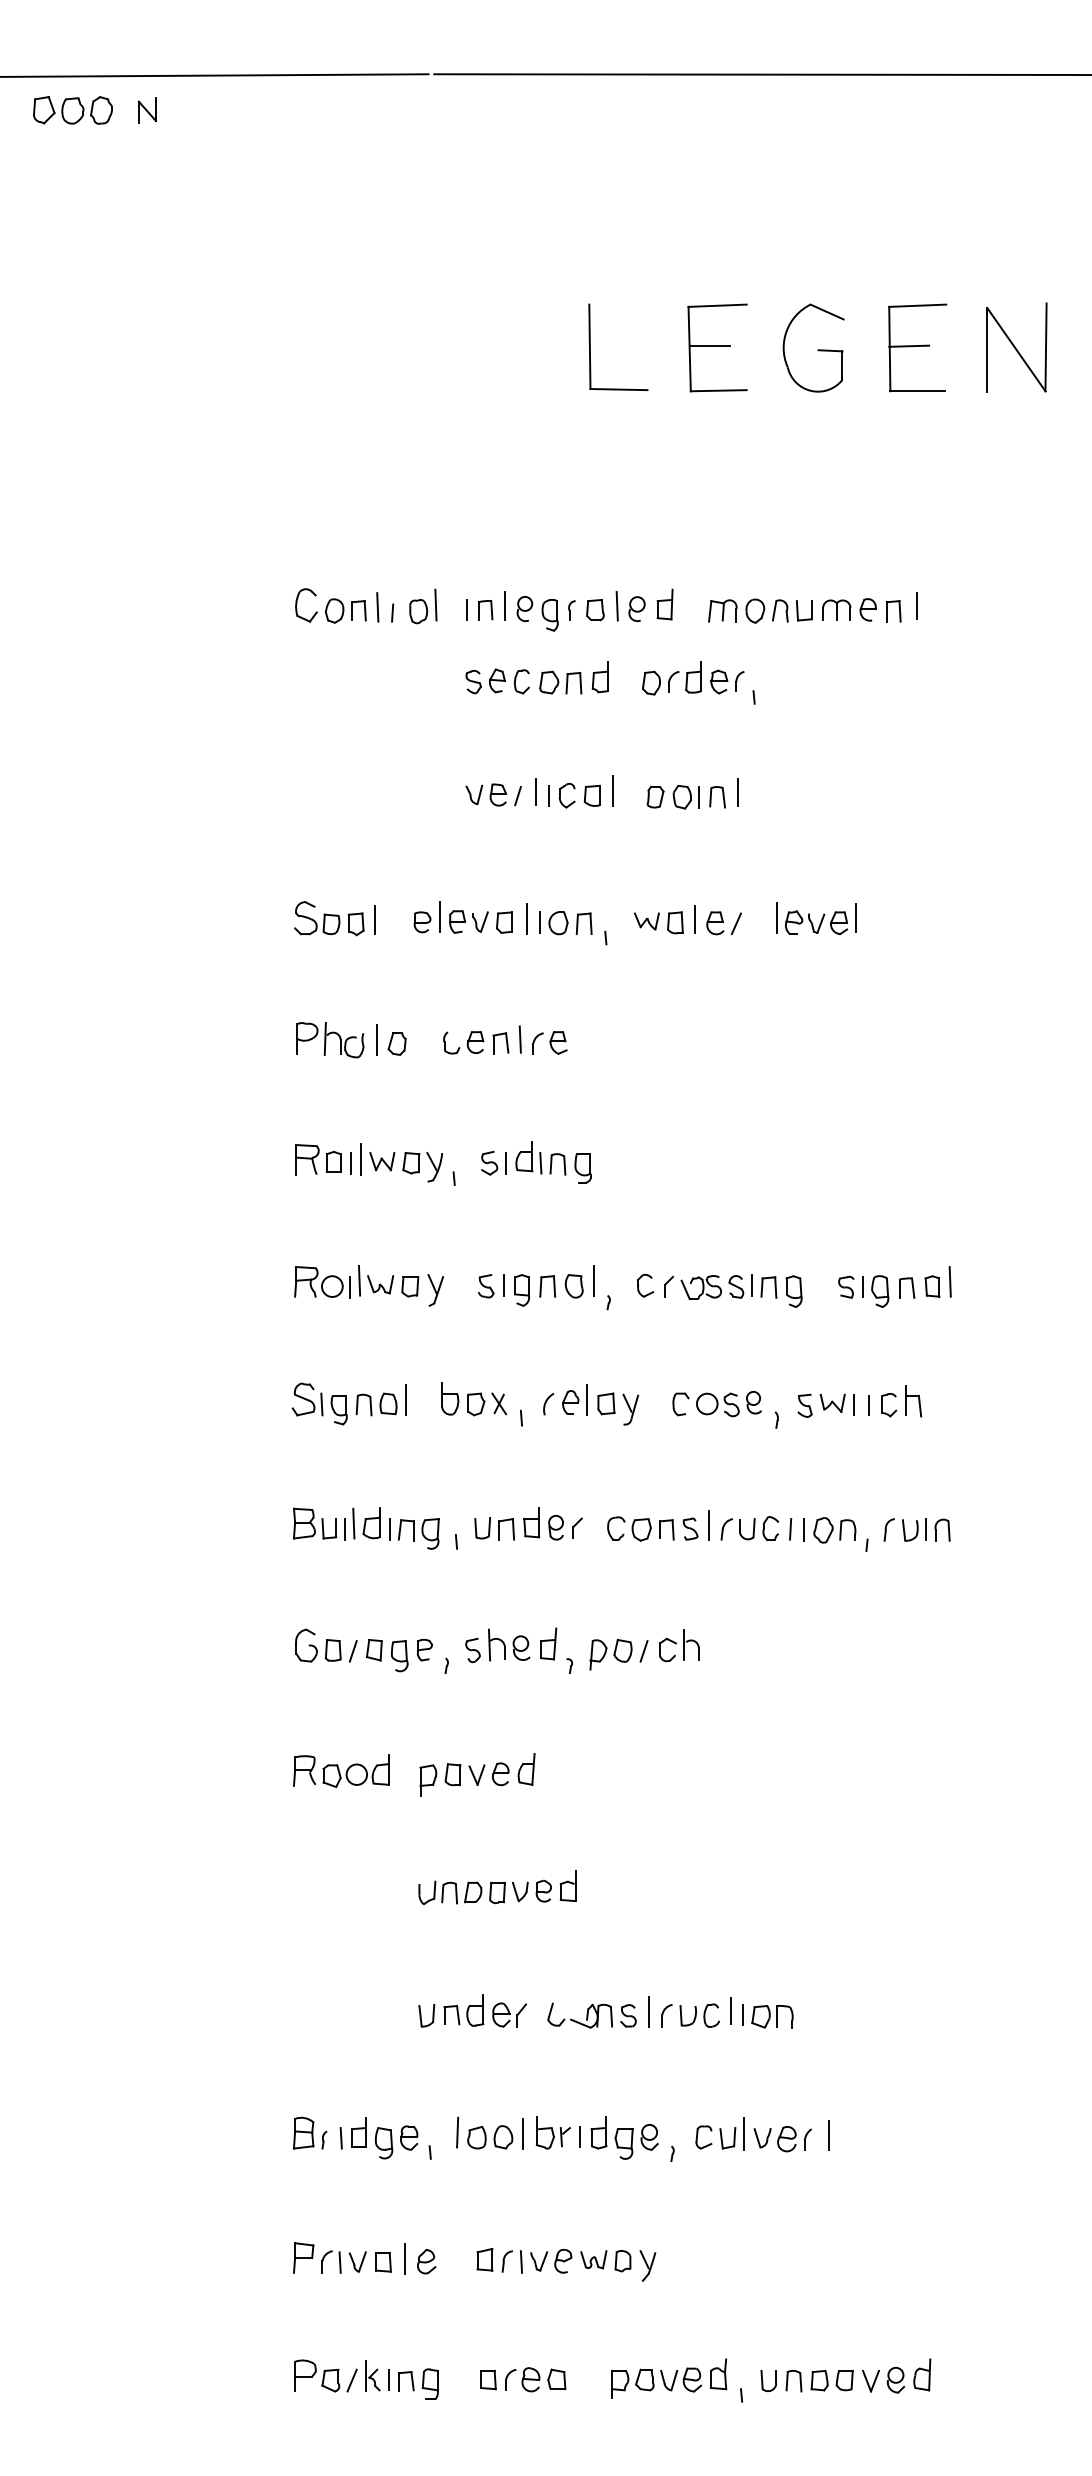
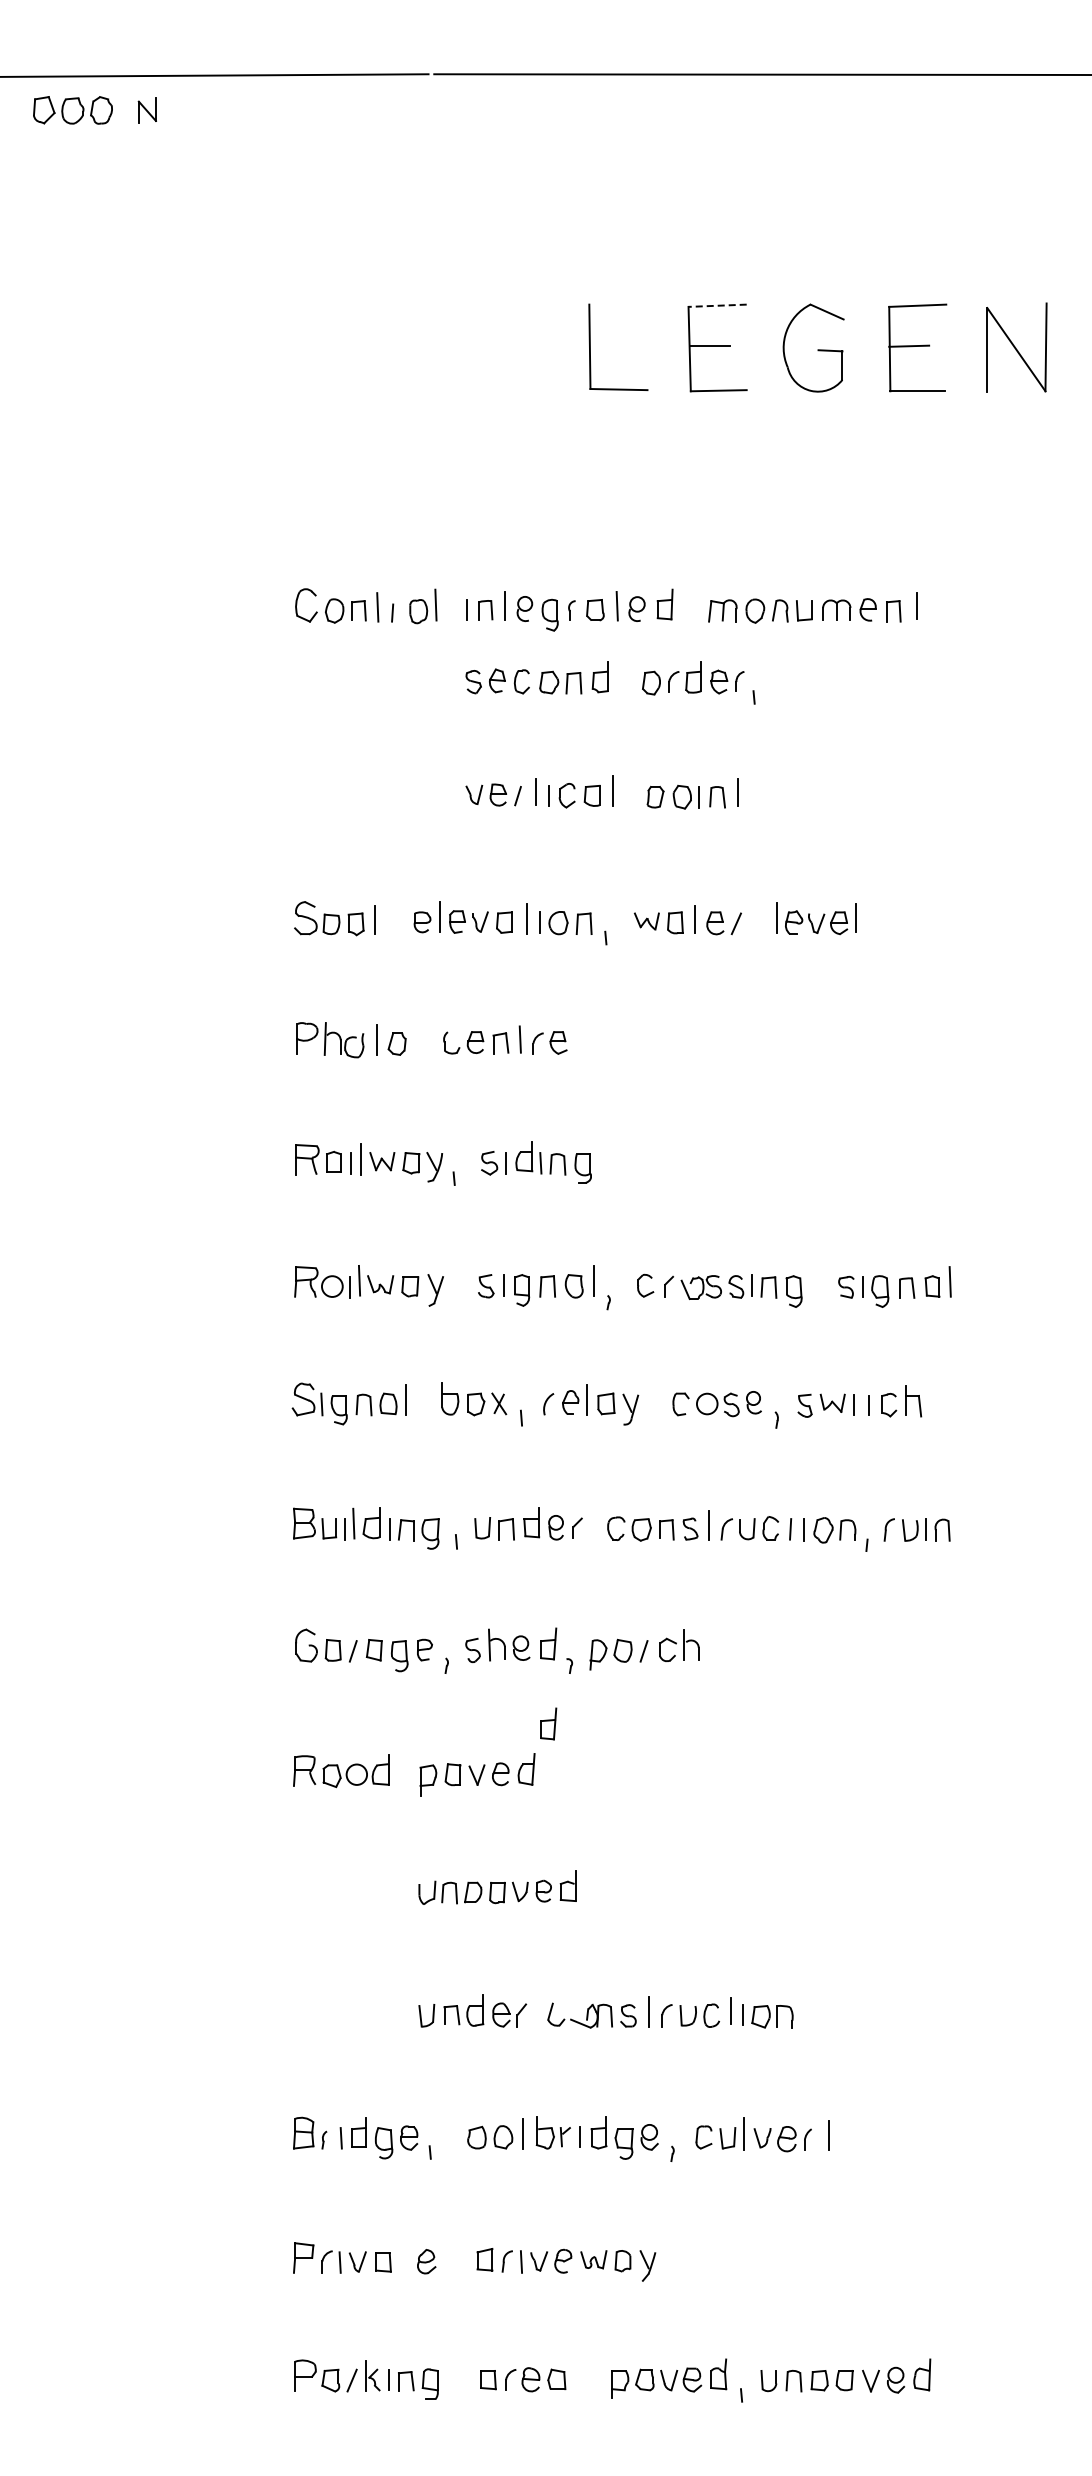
line at (717, 305): solid -> dashed
part at (548, 1723): none -> present
line at (457, 2132): present -> none
line at (404, 2258): present -> none
